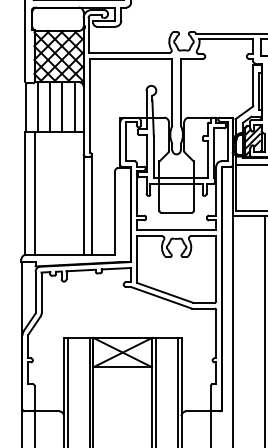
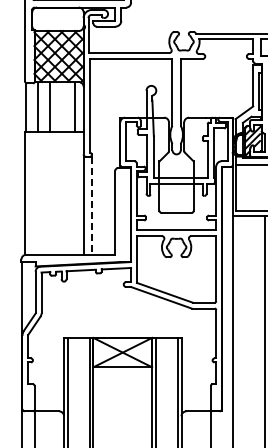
line at (62, 107): present -> none
line at (34, 193): present -> none
line at (92, 205): solid -> dashed
